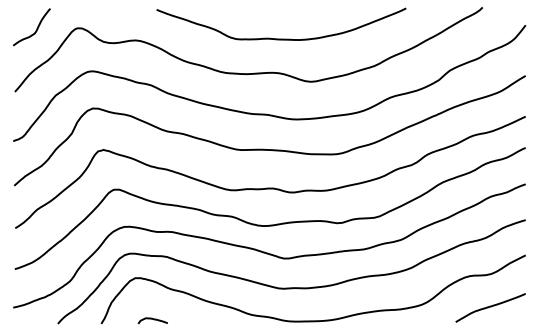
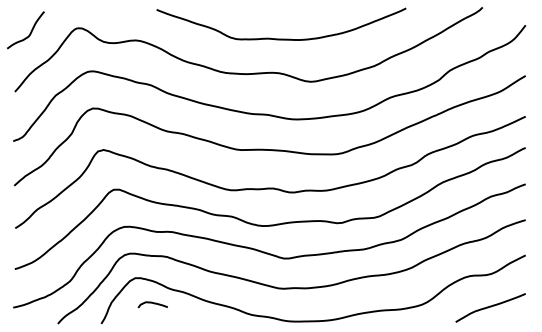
curve at (35, 30) position: (35, 30) -> (29, 33)
curve at (152, 319) position: (152, 319) -> (152, 303)
